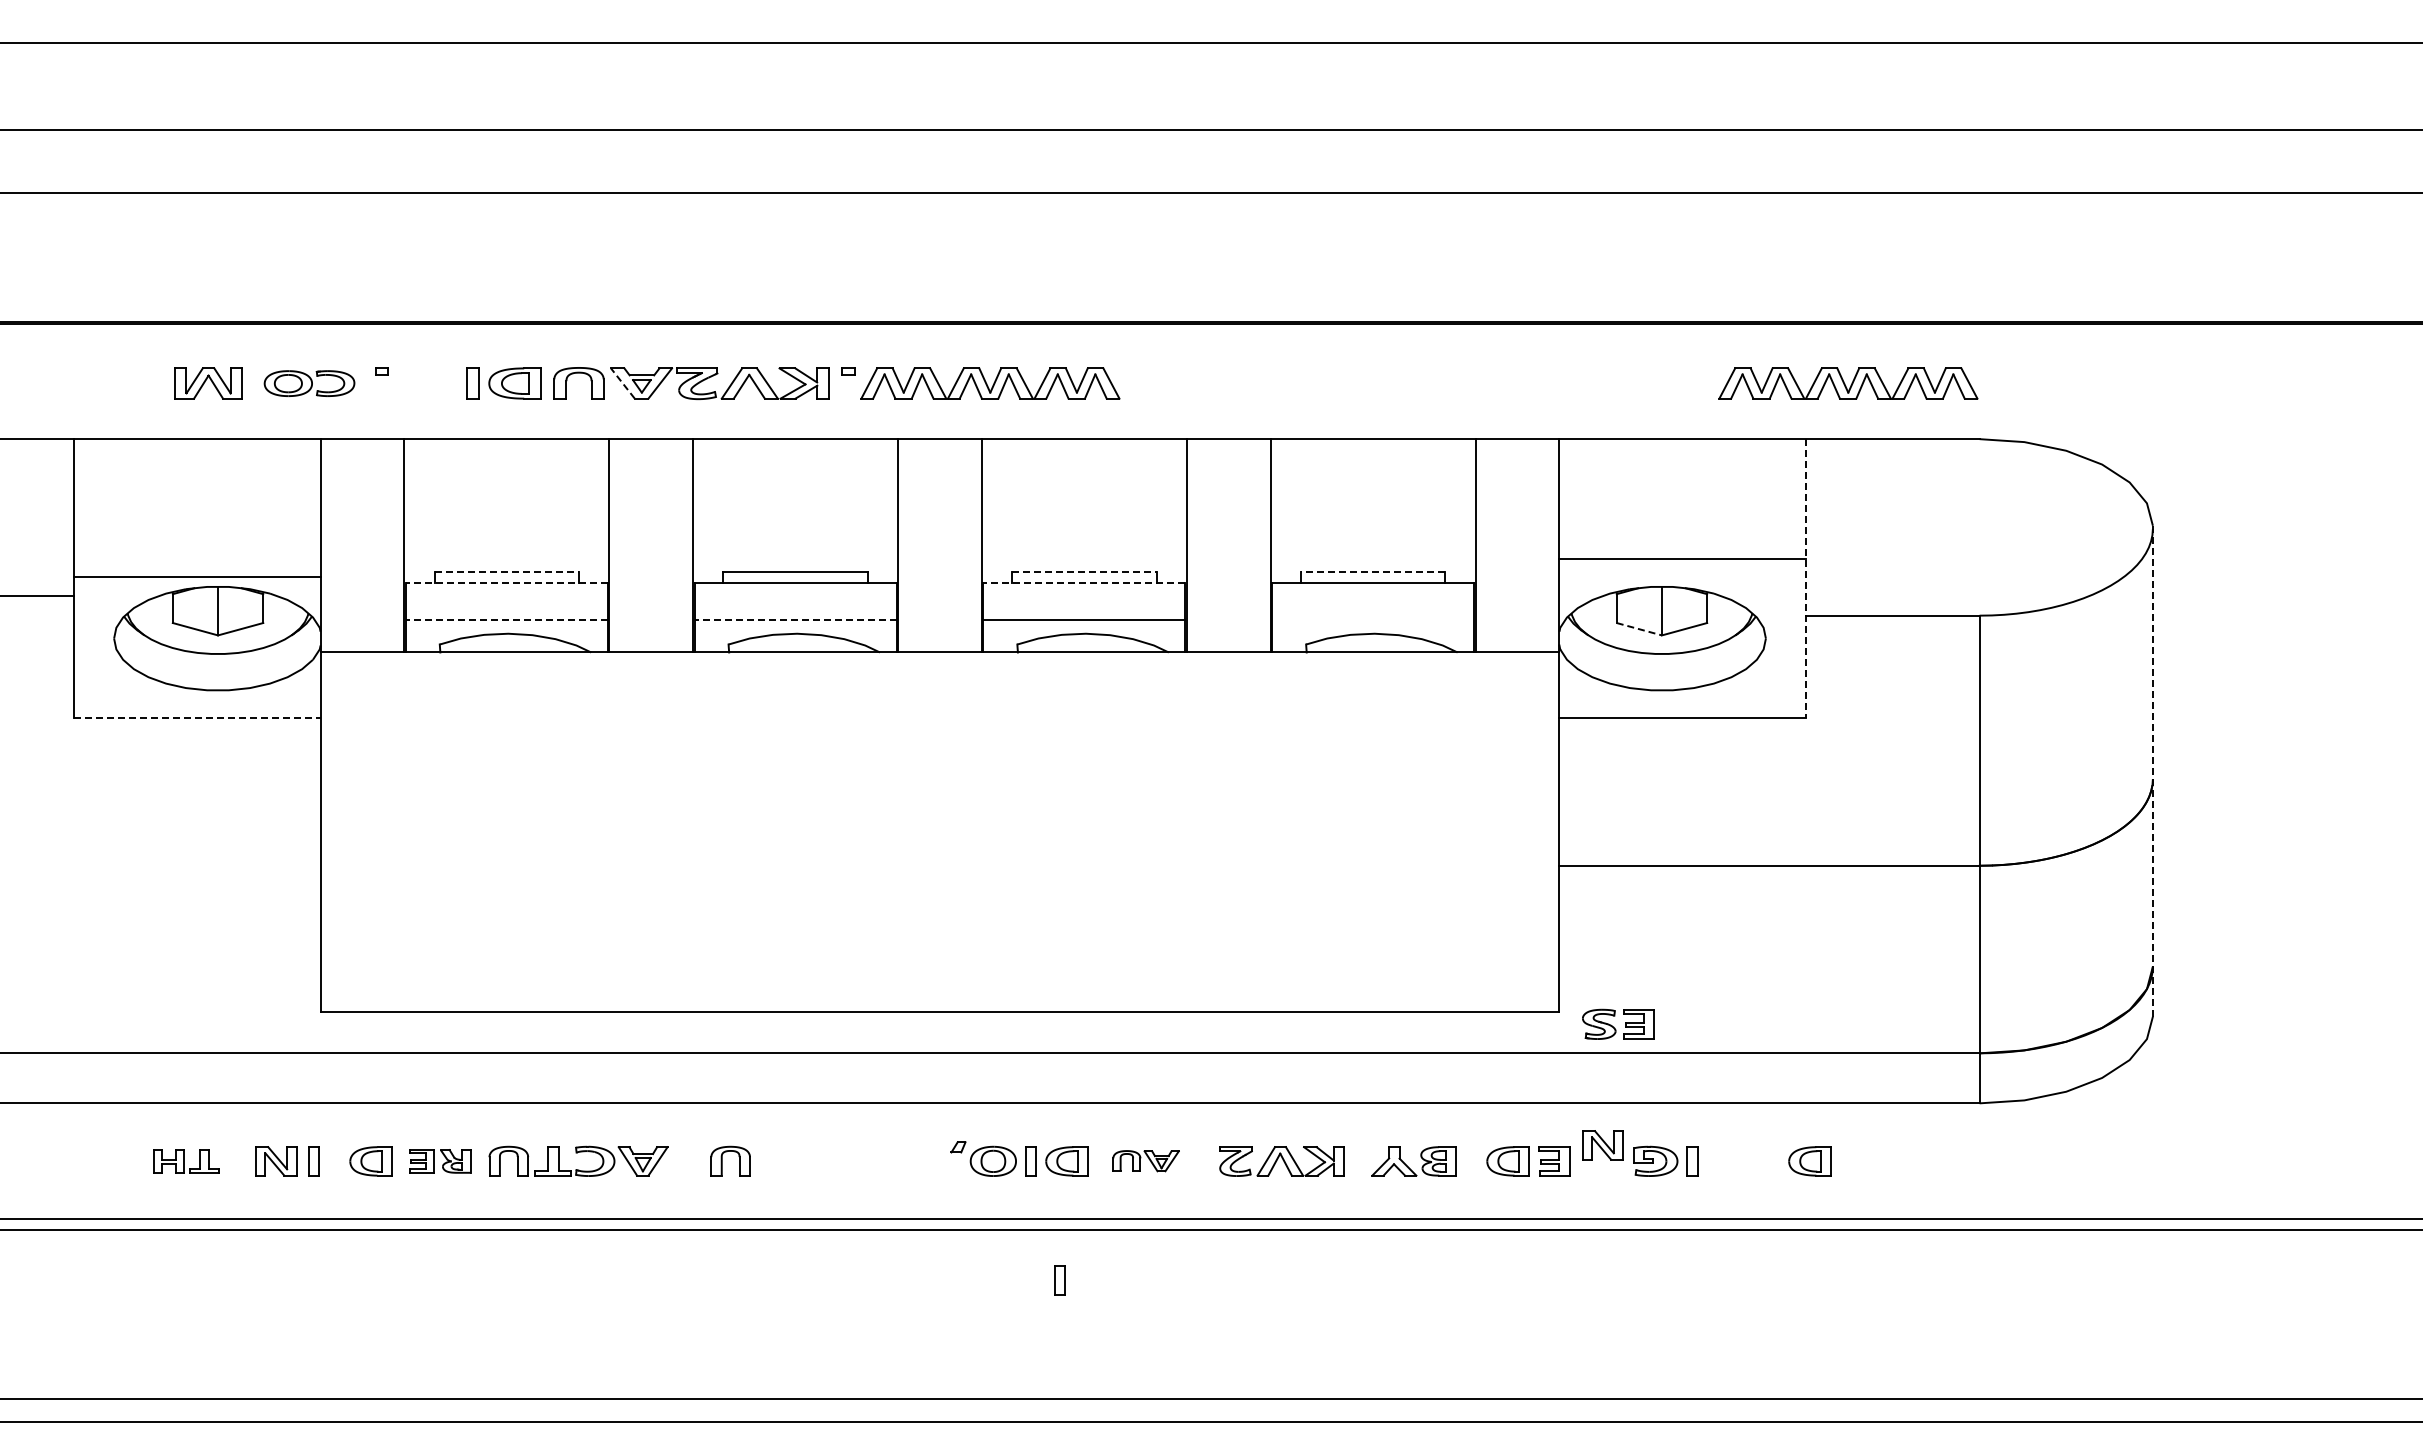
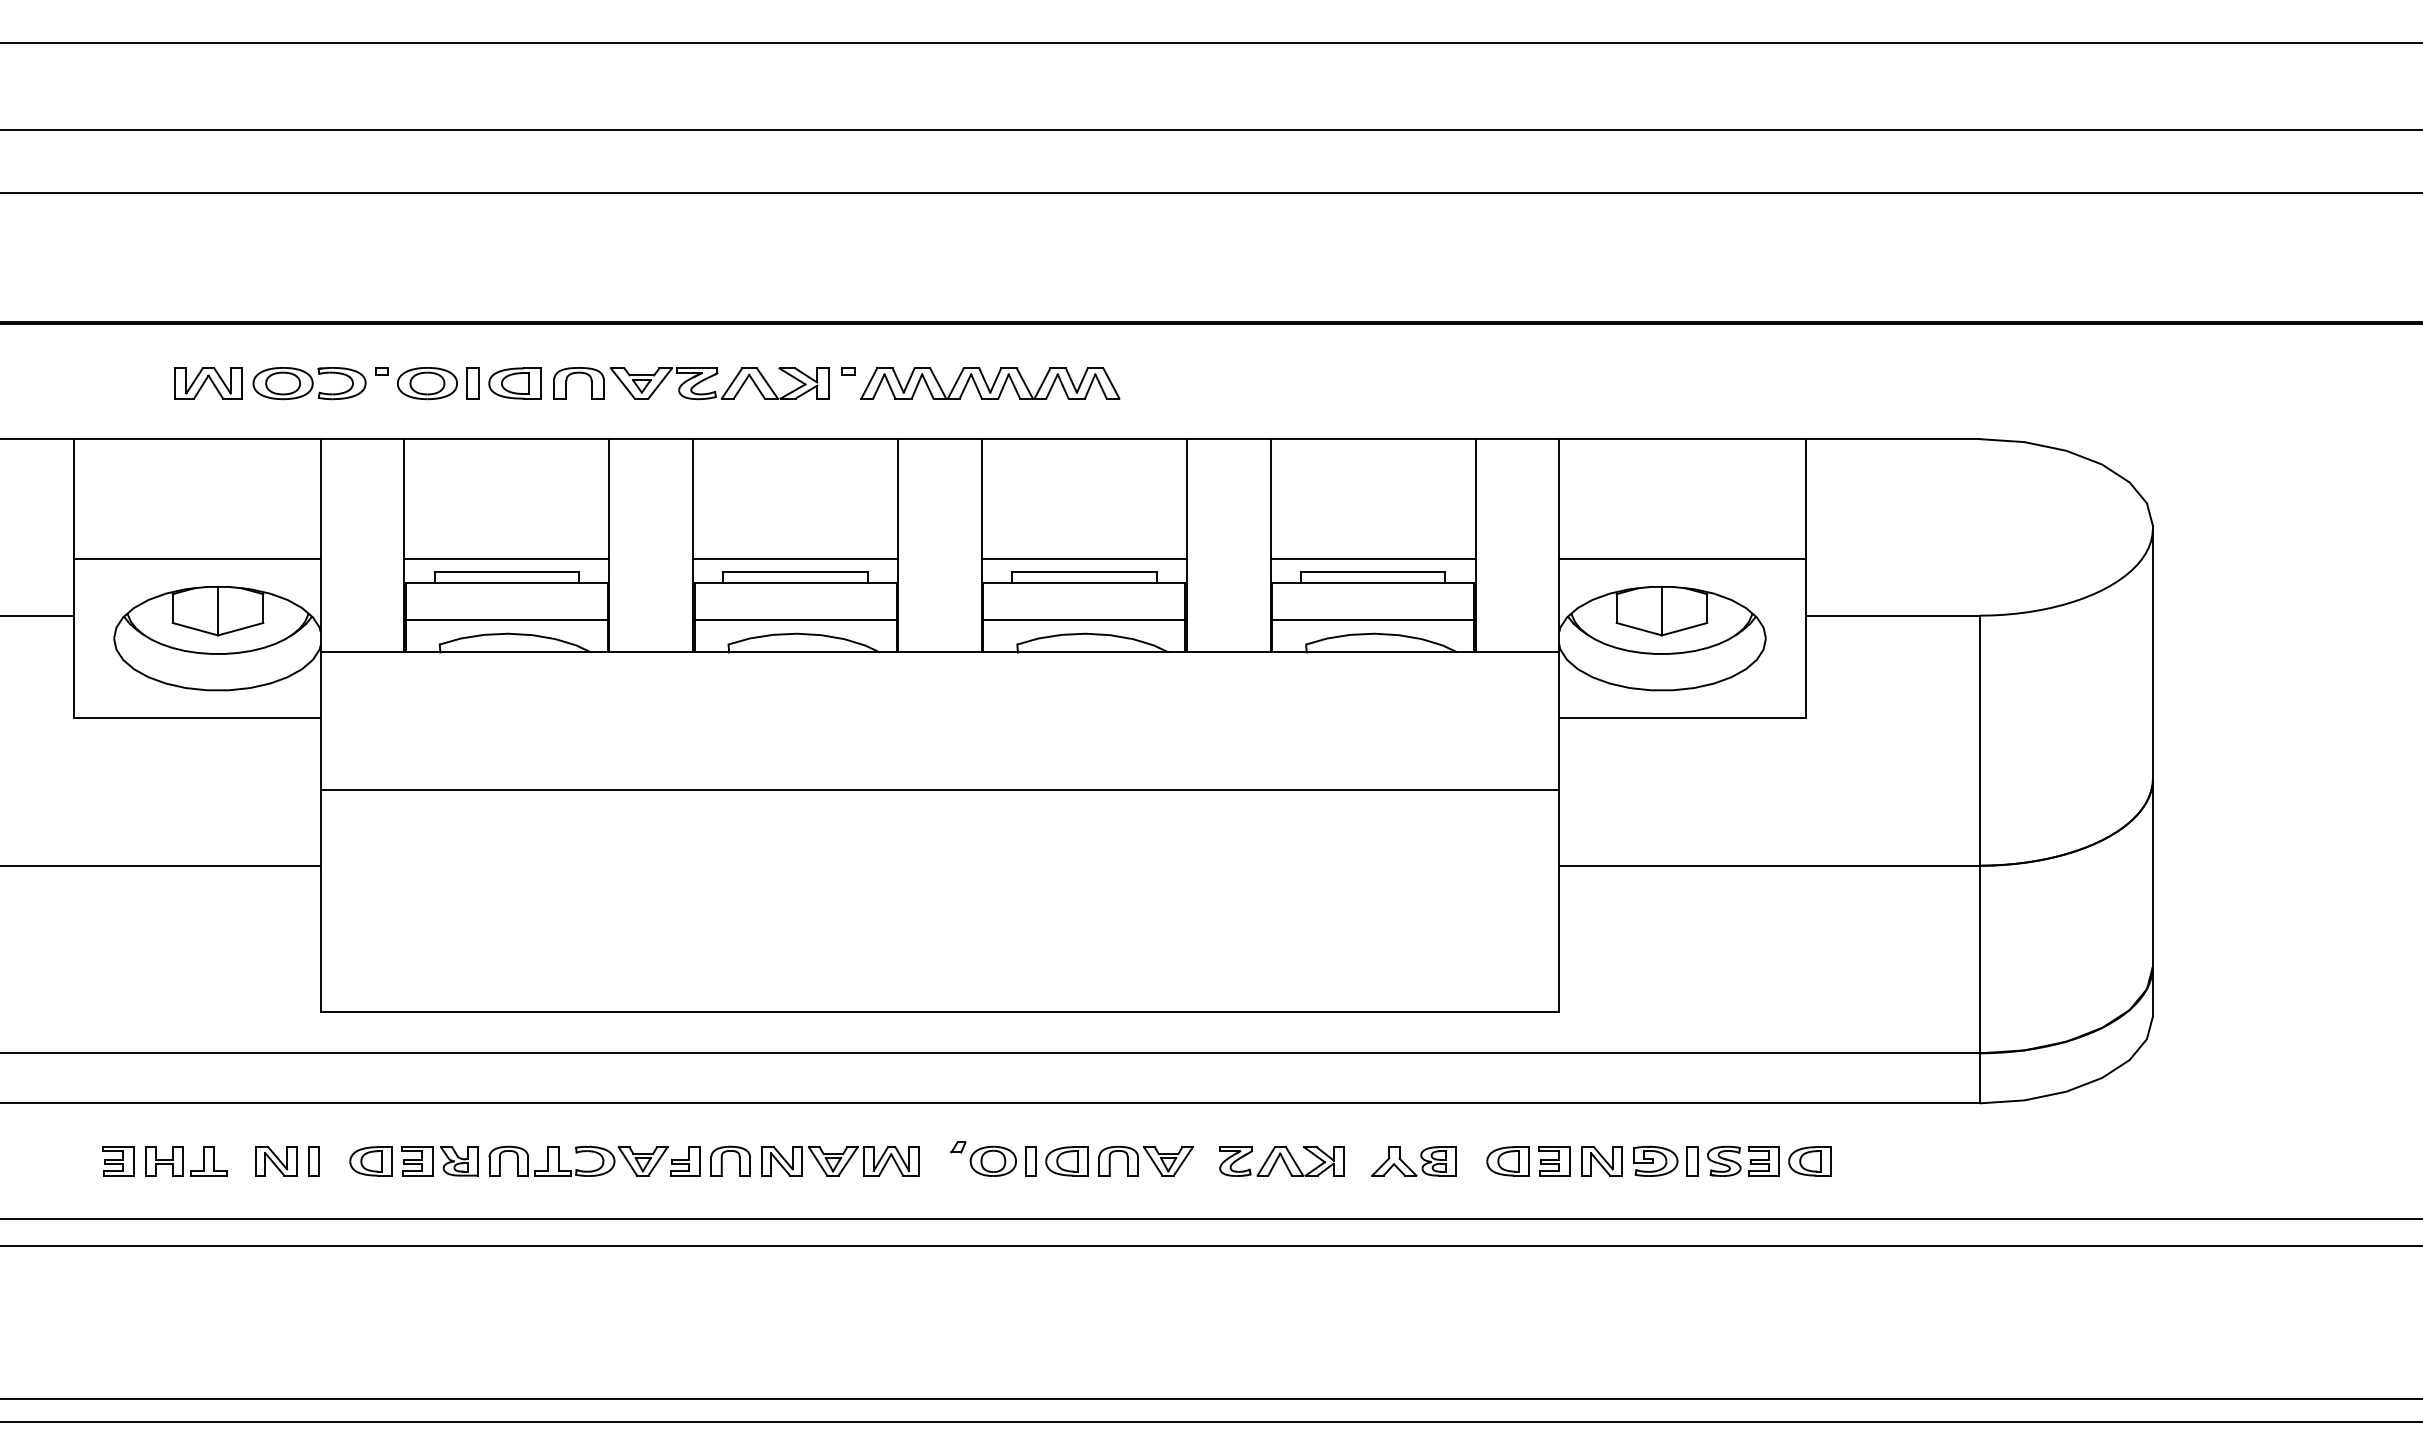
part at (309, 383) size: 93x27 px -> 115x34 px
part at (427, 383): none -> present
line at (622, 383): dashed -> solid
part at (1848, 383): present -> none
line at (506, 559): none -> present
line at (795, 559): none -> present
line at (1083, 559): none -> present
line at (1372, 559): none -> present
line at (507, 572): dashed -> solid
line at (1084, 572): dashed -> solid
line at (1372, 572): dashed -> solid
line at (196, 577) position: (196, 577) -> (196, 559)
line at (1806, 579): dashed -> solid
line at (506, 582): dashed -> solid
line at (1083, 582): dashed -> solid
line at (37, 595) position: (37, 595) -> (37, 615)
line at (506, 620): dashed -> solid
line at (795, 620): dashed -> solid
line at (1373, 620): none -> present
line at (1639, 629): dashed -> solid
line at (197, 718): dashed -> solid
line at (2152, 771): dashed -> solid
line at (939, 790): none -> present
line at (161, 865): none -> present
part at (1618, 1023) position: (1618, 1023) -> (1743, 1160)
part at (1602, 1145) position: (1602, 1145) -> (1601, 1161)
part at (118, 1161): none -> present
part at (186, 1161) size: 67x25 px -> 83x31 px
part at (440, 1161) size: 63x25 px -> 78x31 px
part at (685, 1161): none -> present
part at (840, 1161): none -> present
part at (1145, 1161) size: 68x23 px -> 96x32 px
line at (1210, 1229) position: (1210, 1229) -> (1210, 1245)
part at (1059, 1280): present -> none
